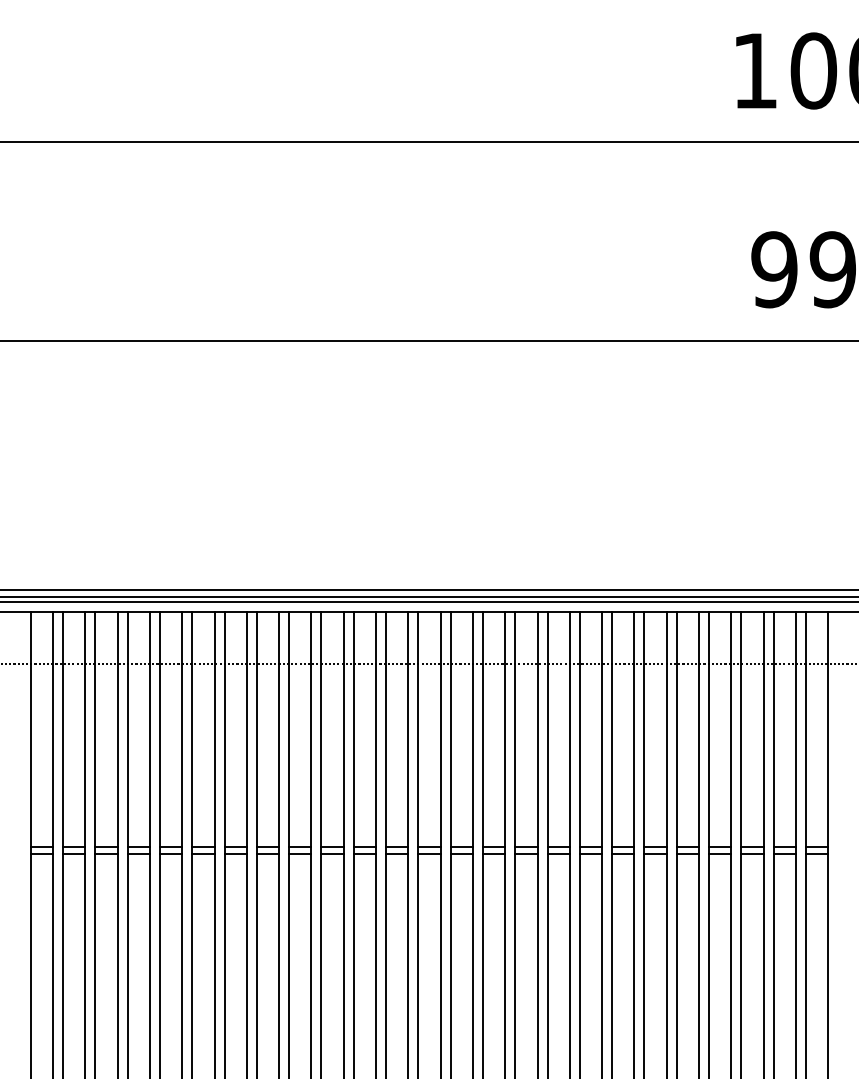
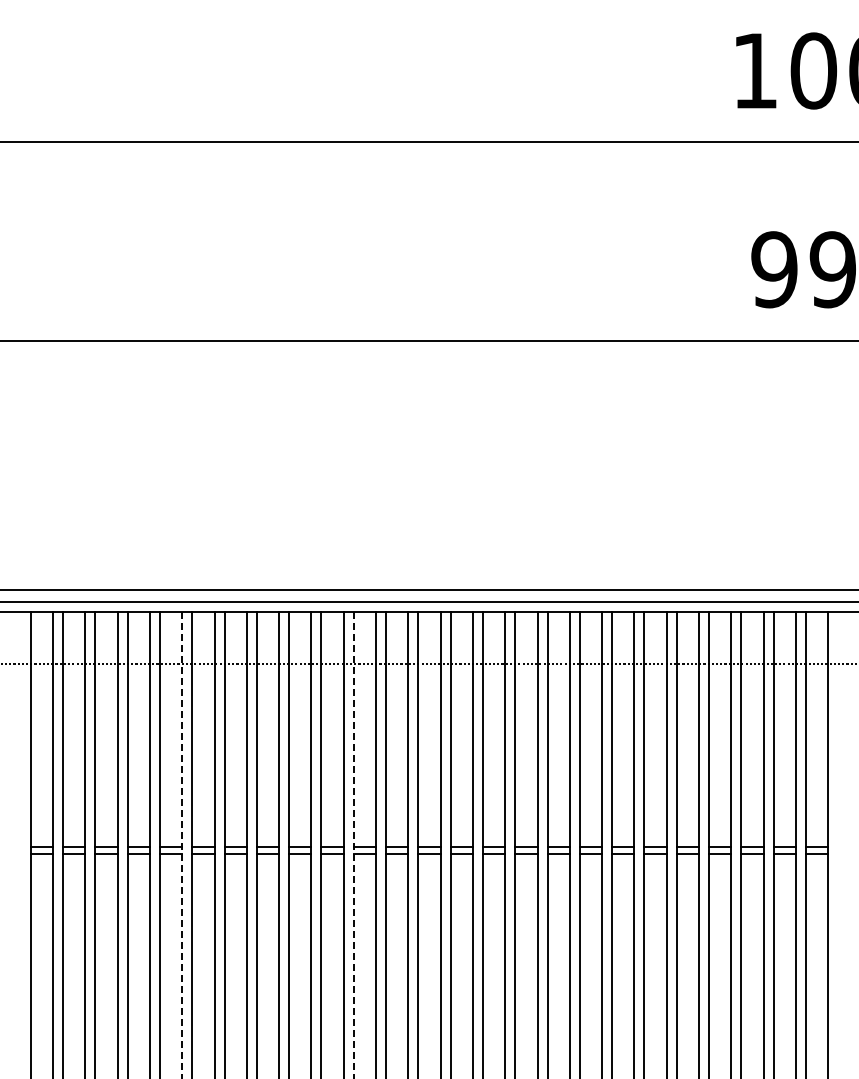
line at (428, 597): present -> none
line at (182, 845): solid -> dashed
line at (353, 845): solid -> dashed
